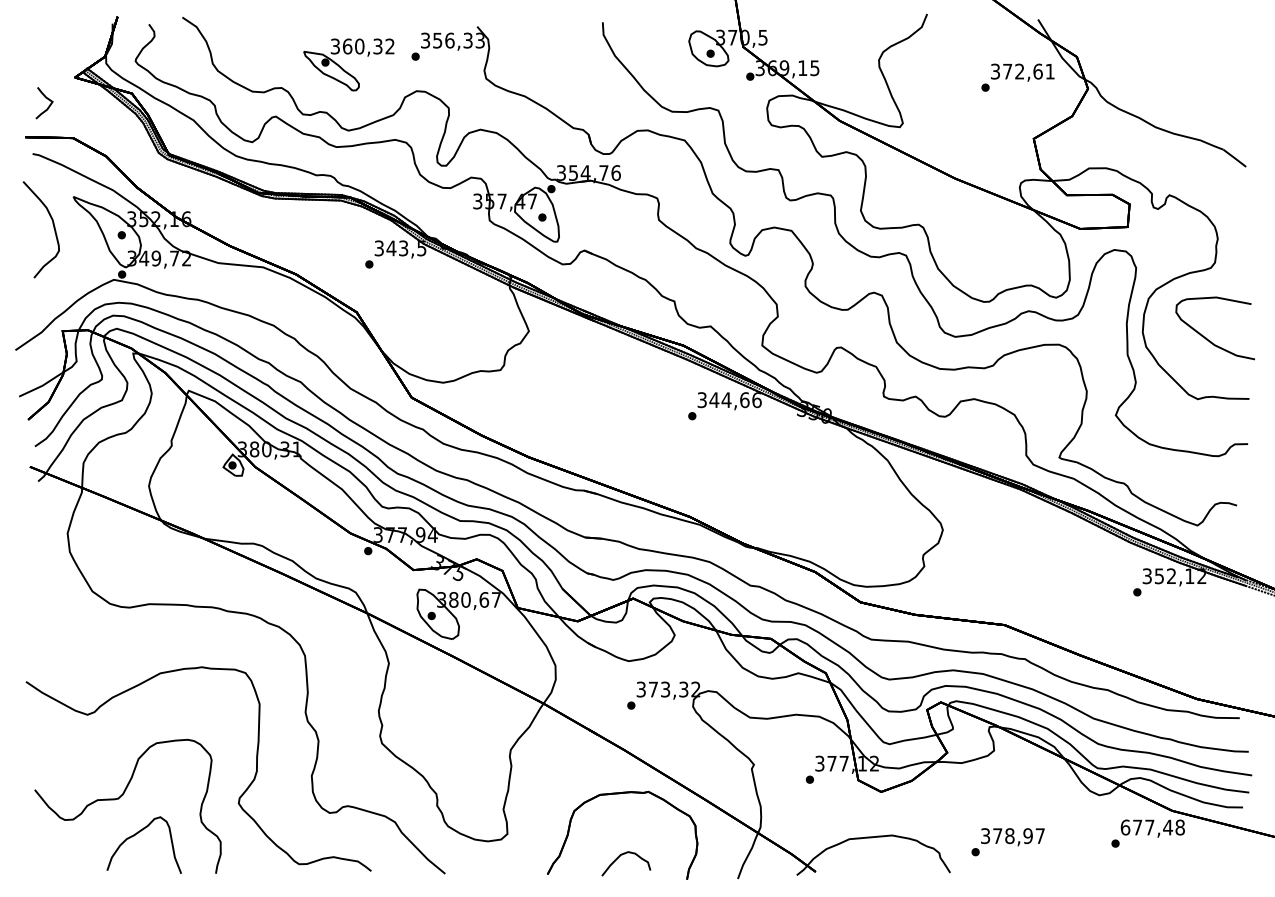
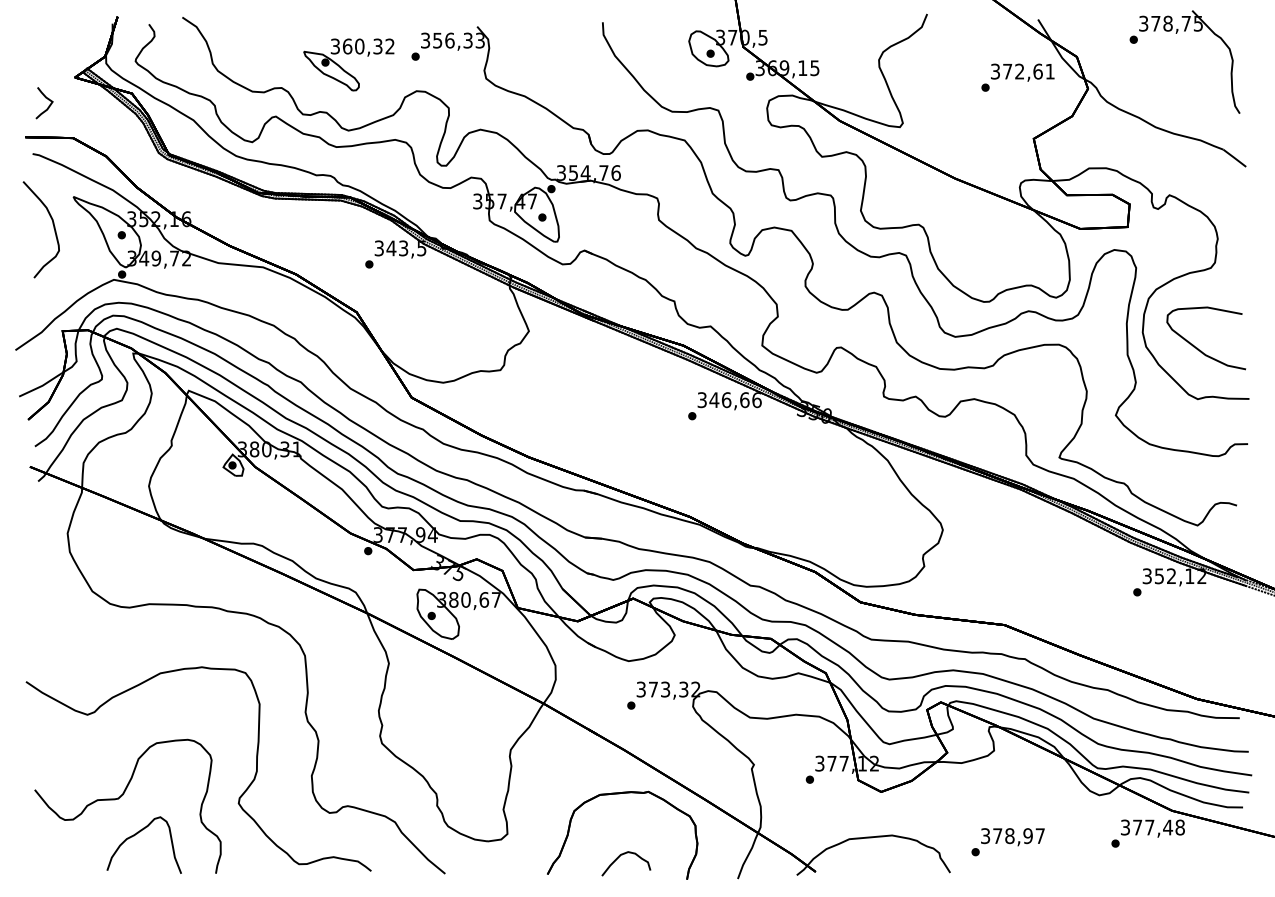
part at (1176, 33): none -> present
curve at (1206, 337) position: (1206, 337) -> (1197, 347)
text at (726, 400): 344,66 -> 346,66
text at (1125, 827): 677,48 -> 377,48
